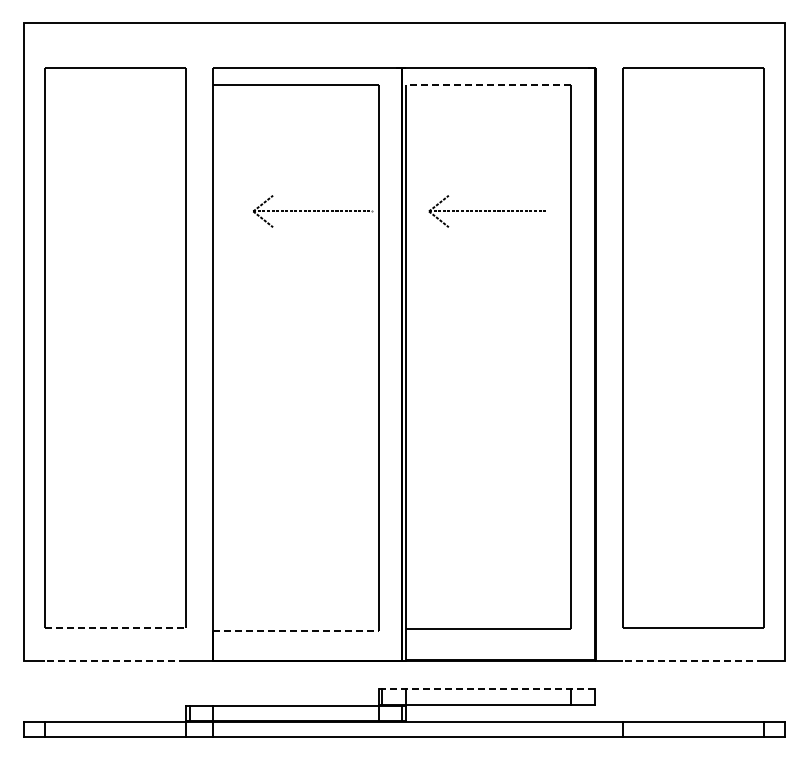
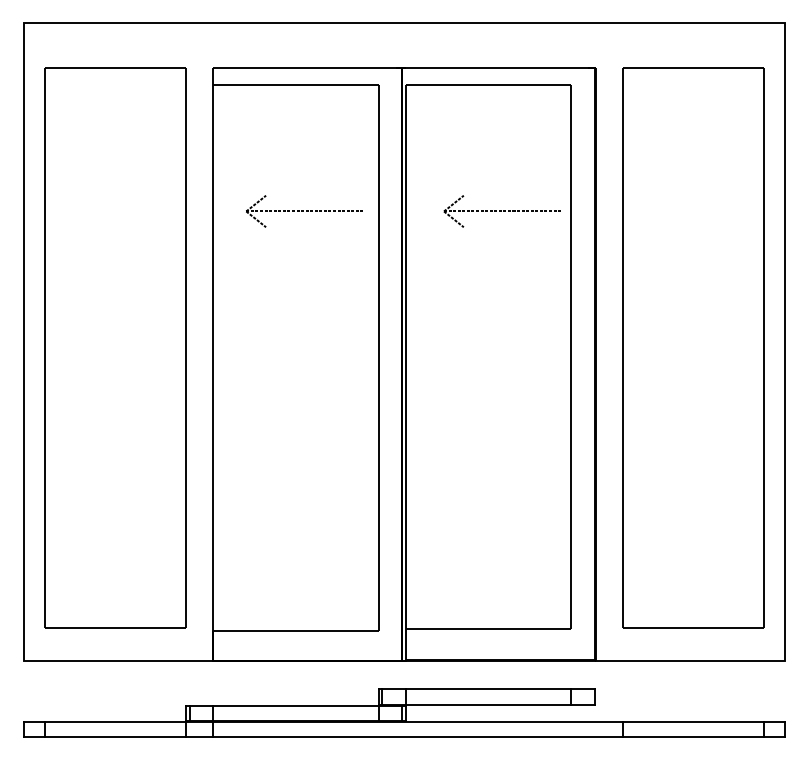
line at (488, 85): dashed -> solid
part at (311, 211) position: (311, 211) -> (304, 211)
part at (486, 211) position: (486, 211) -> (501, 211)
line at (115, 627): dashed -> solid
line at (296, 630): dashed -> solid
line at (115, 661): dashed -> solid
line at (693, 661): dashed -> solid
line at (486, 689): dashed -> solid
